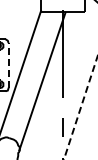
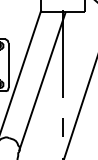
line at (8, 64): dashed -> solid
line at (80, 107): dashed -> solid
